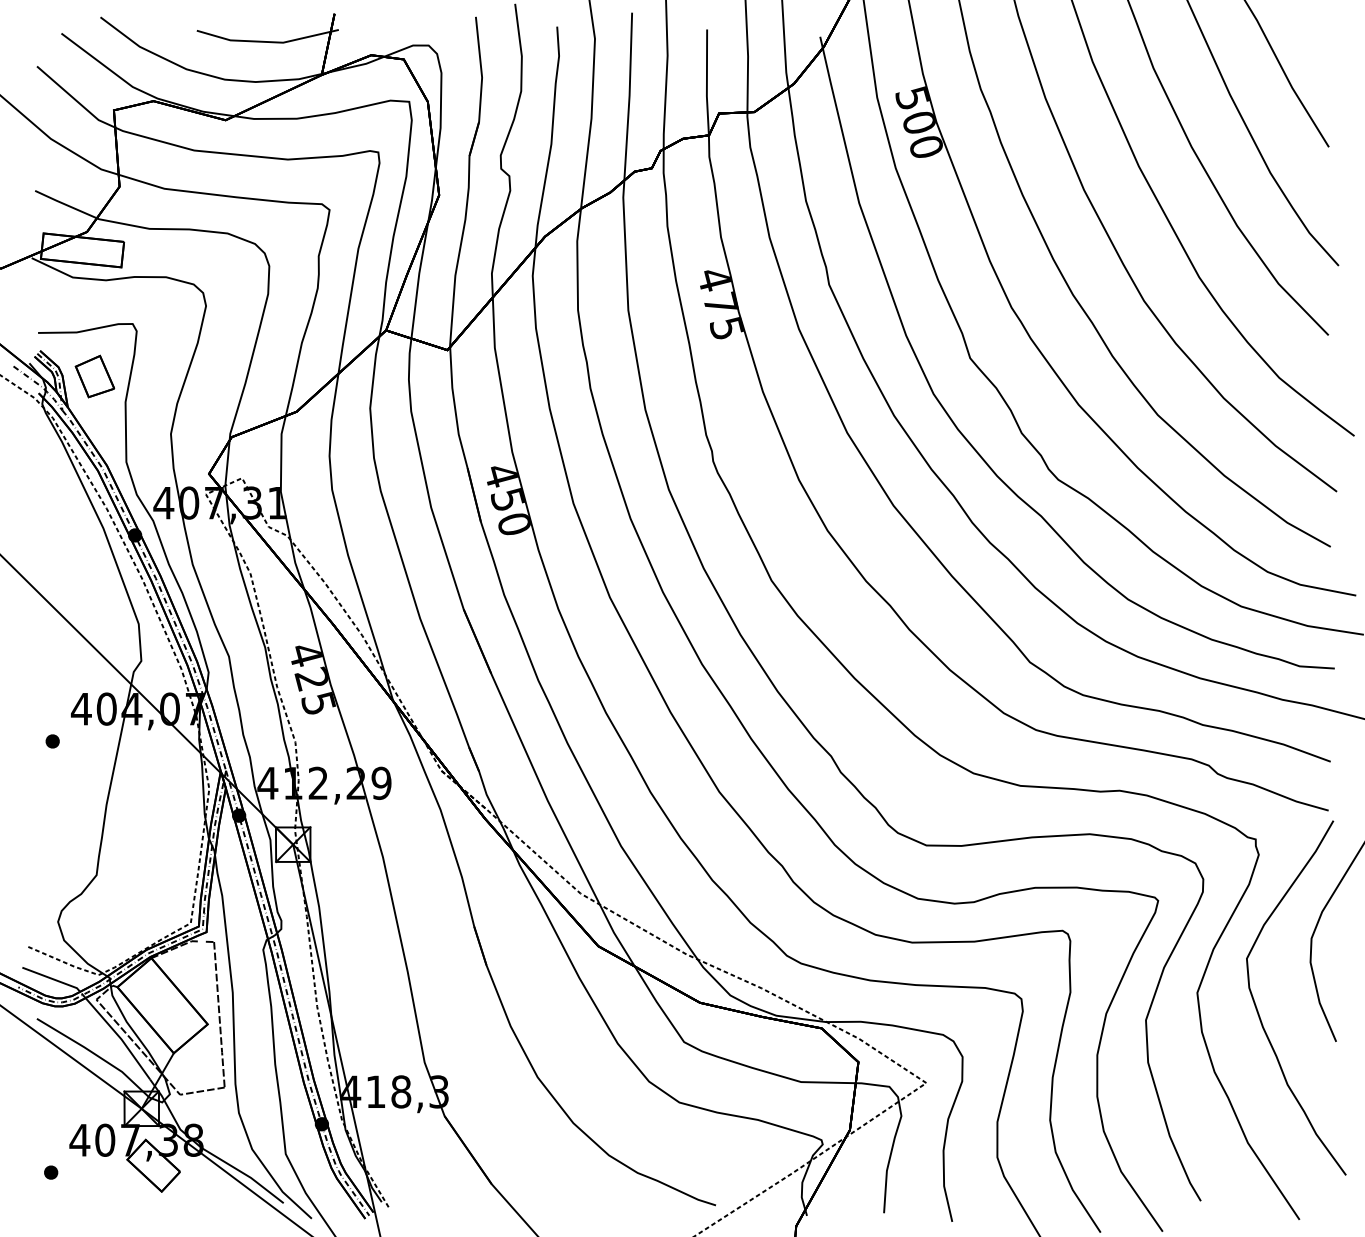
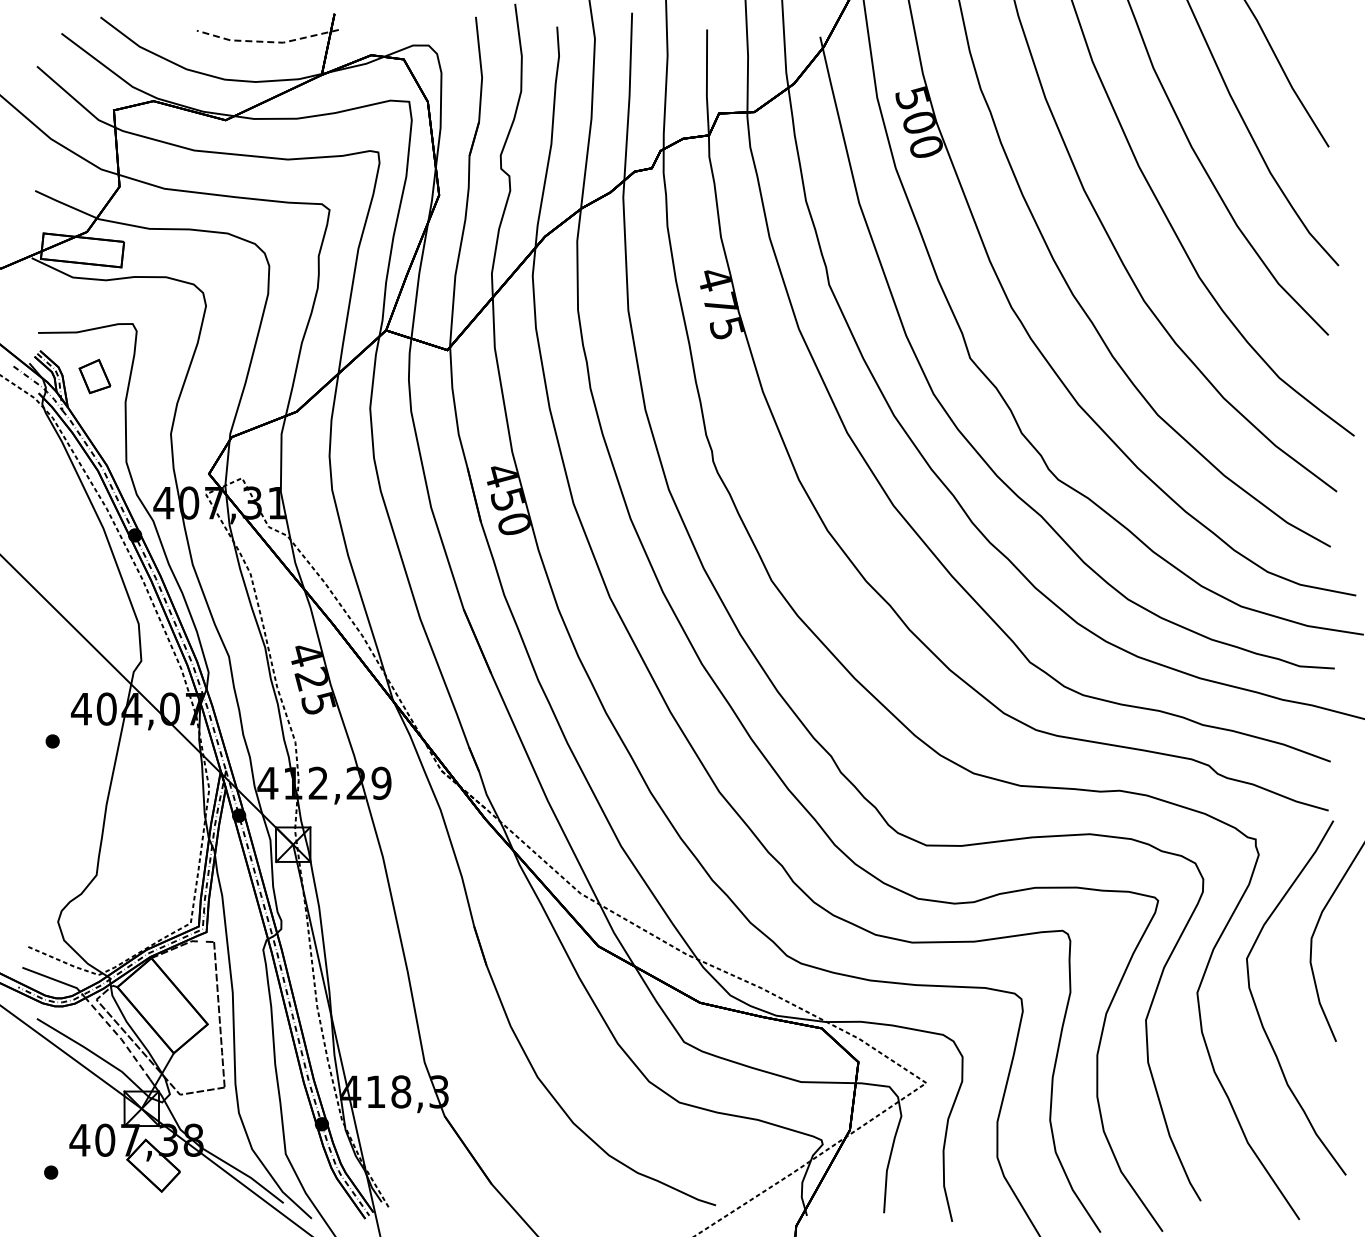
line at (268, 42): solid -> dashed
part at (94, 376) size: 42x45 px -> 34x36 px
line at (120, 1037): solid -> dashed
